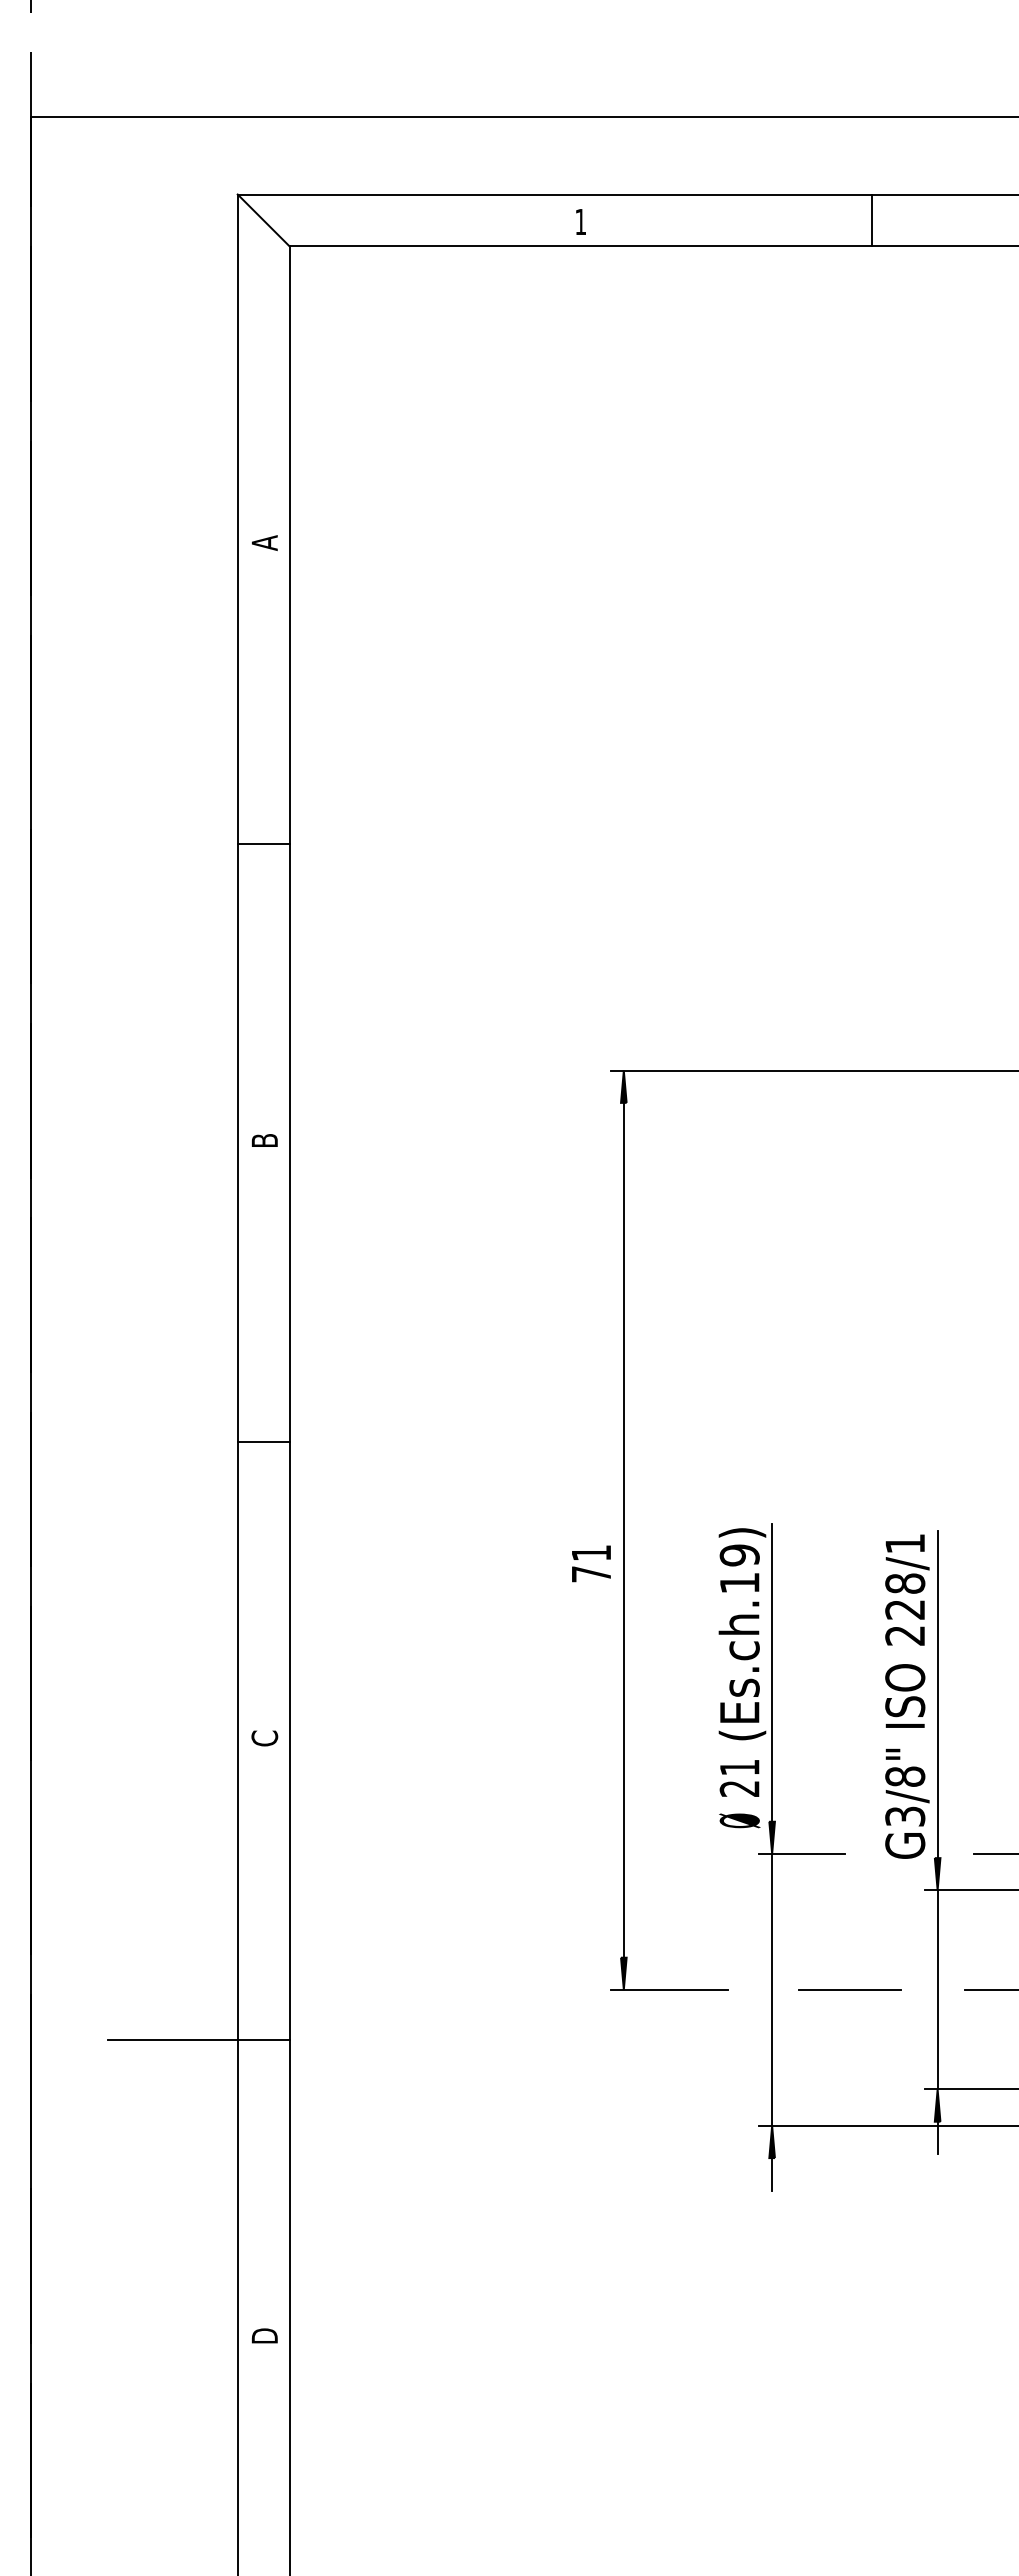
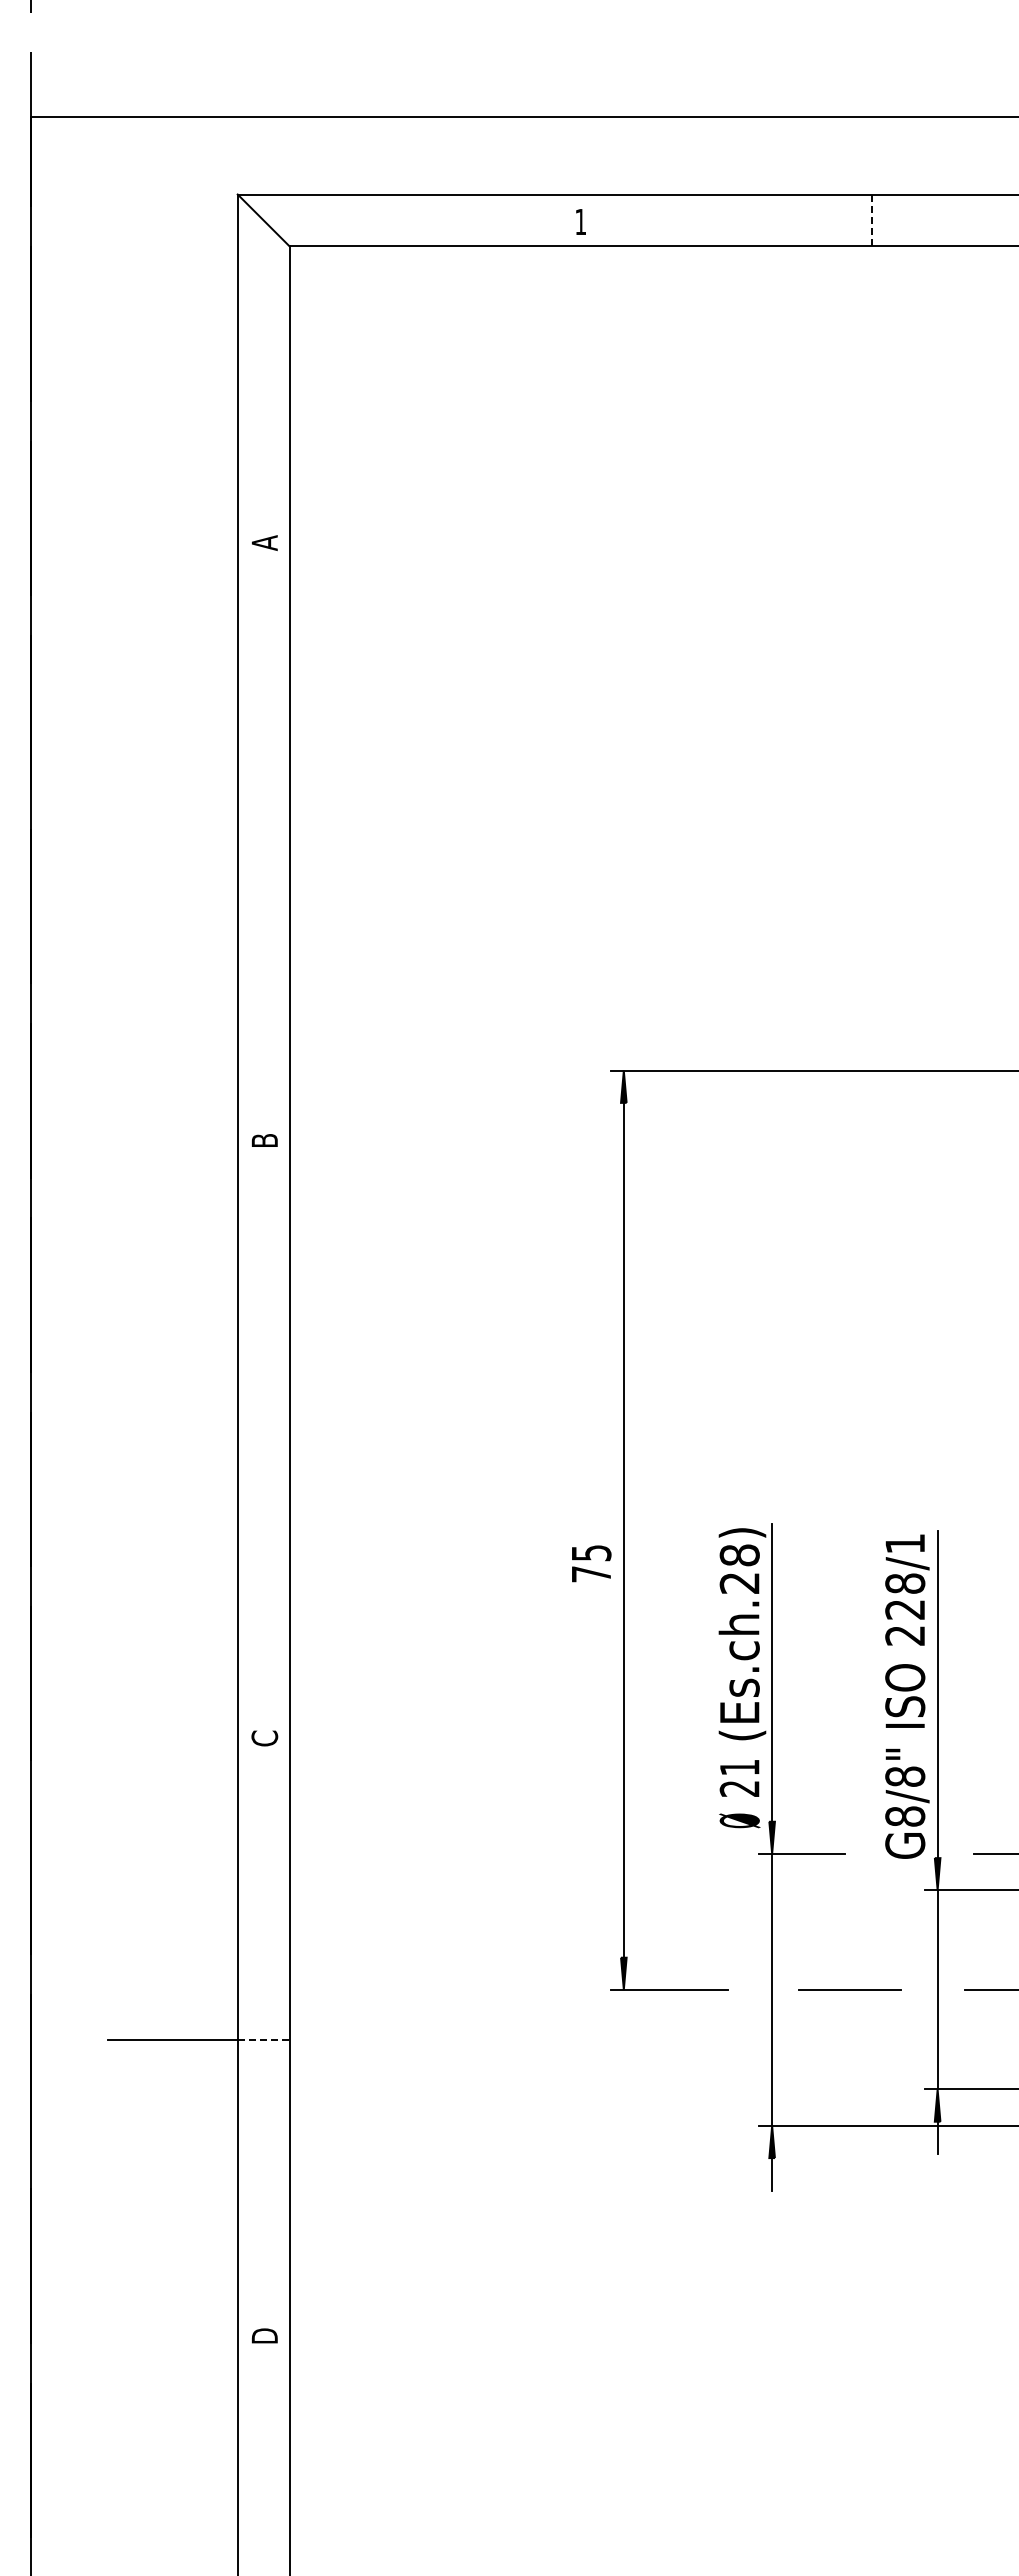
line at (872, 220): solid -> dashed
line at (263, 844): present -> none
line at (263, 1441): present -> none
text at (591, 1553): 71 -> 75
text at (739, 1568): (Es.ch.19) -> (Es.ch.28)
text at (905, 1816): G3/8" -> G8/8"
line at (263, 2039): solid -> dashed
